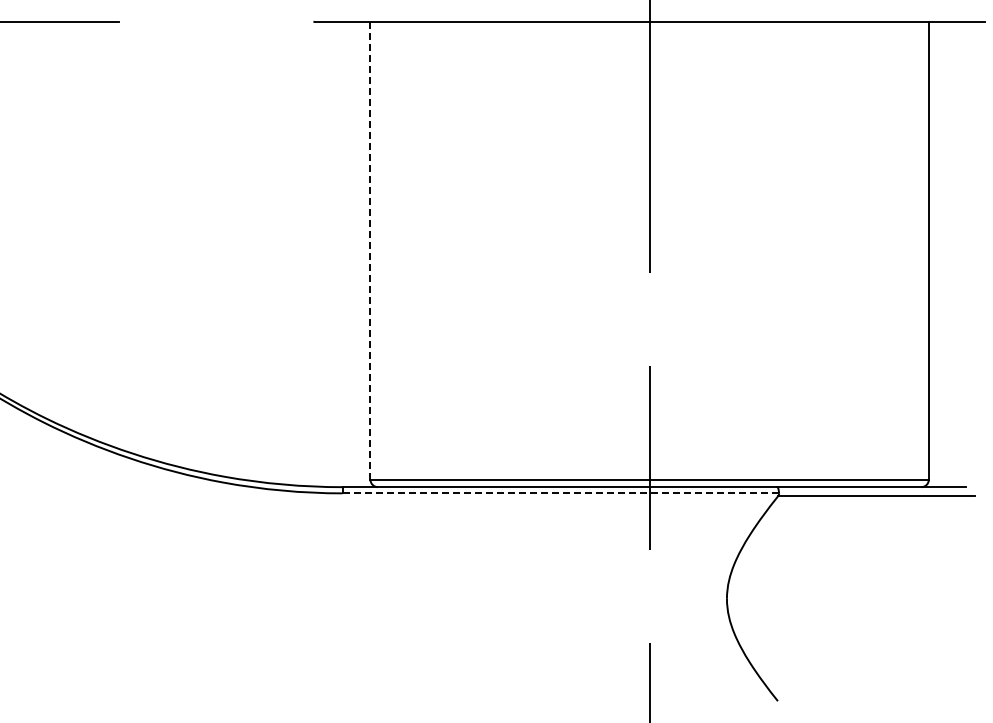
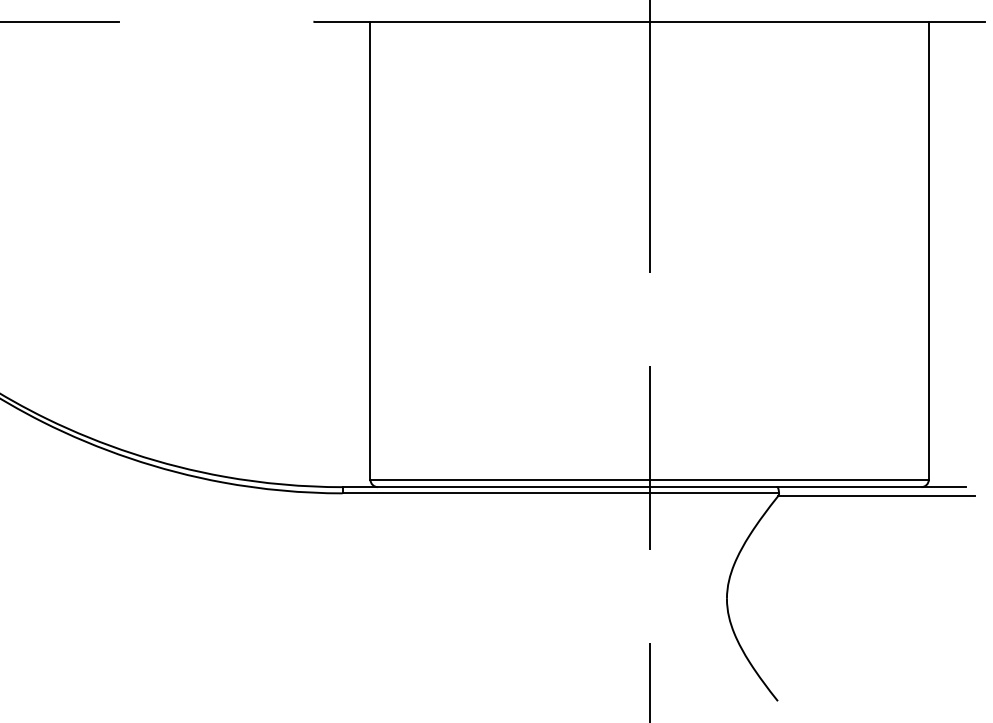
line at (370, 250): dashed -> solid
line at (561, 493): dashed -> solid
